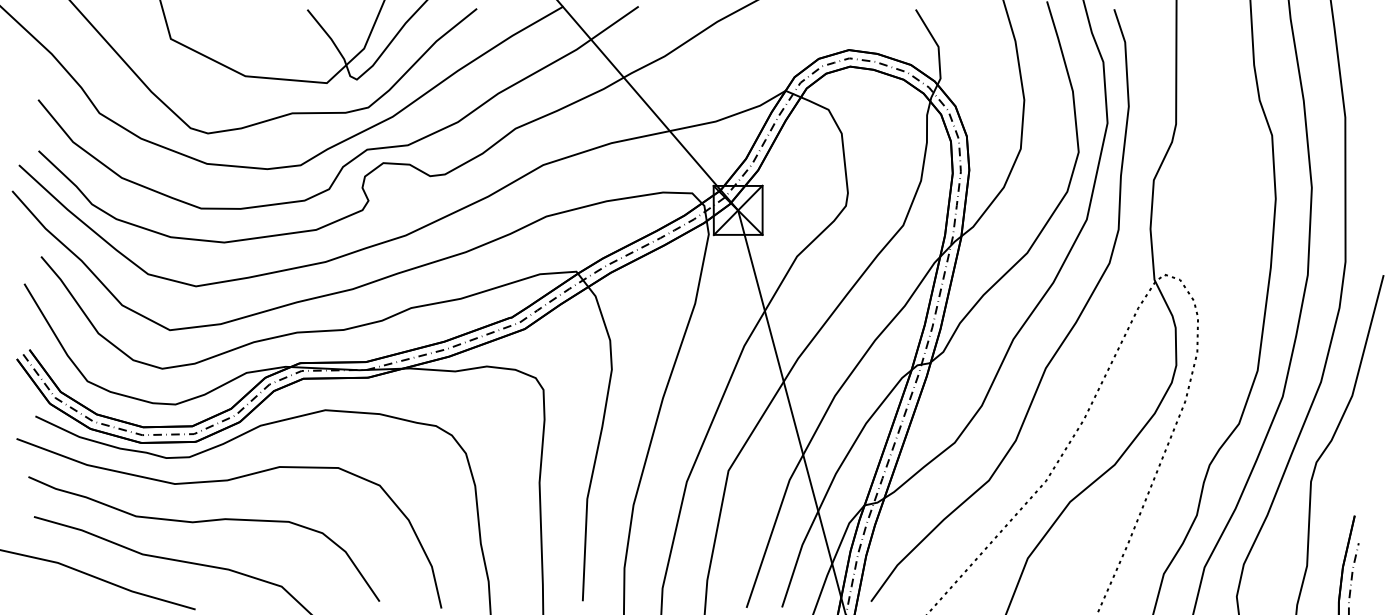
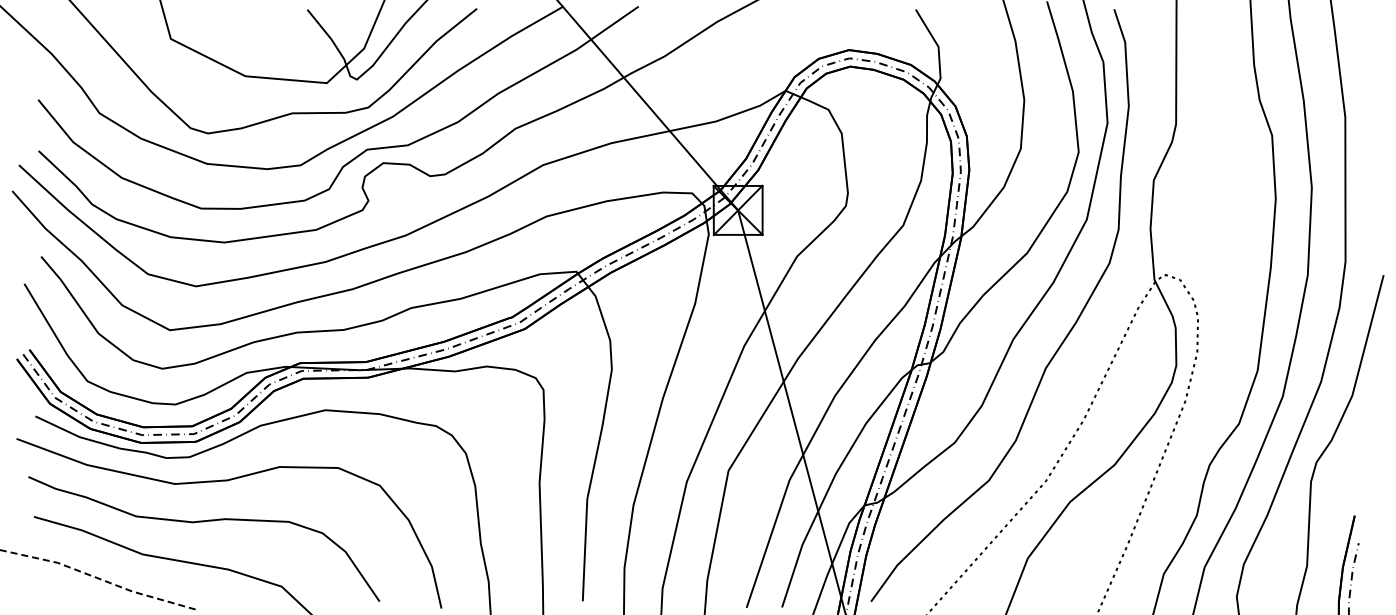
line at (97, 578): solid -> dashed
